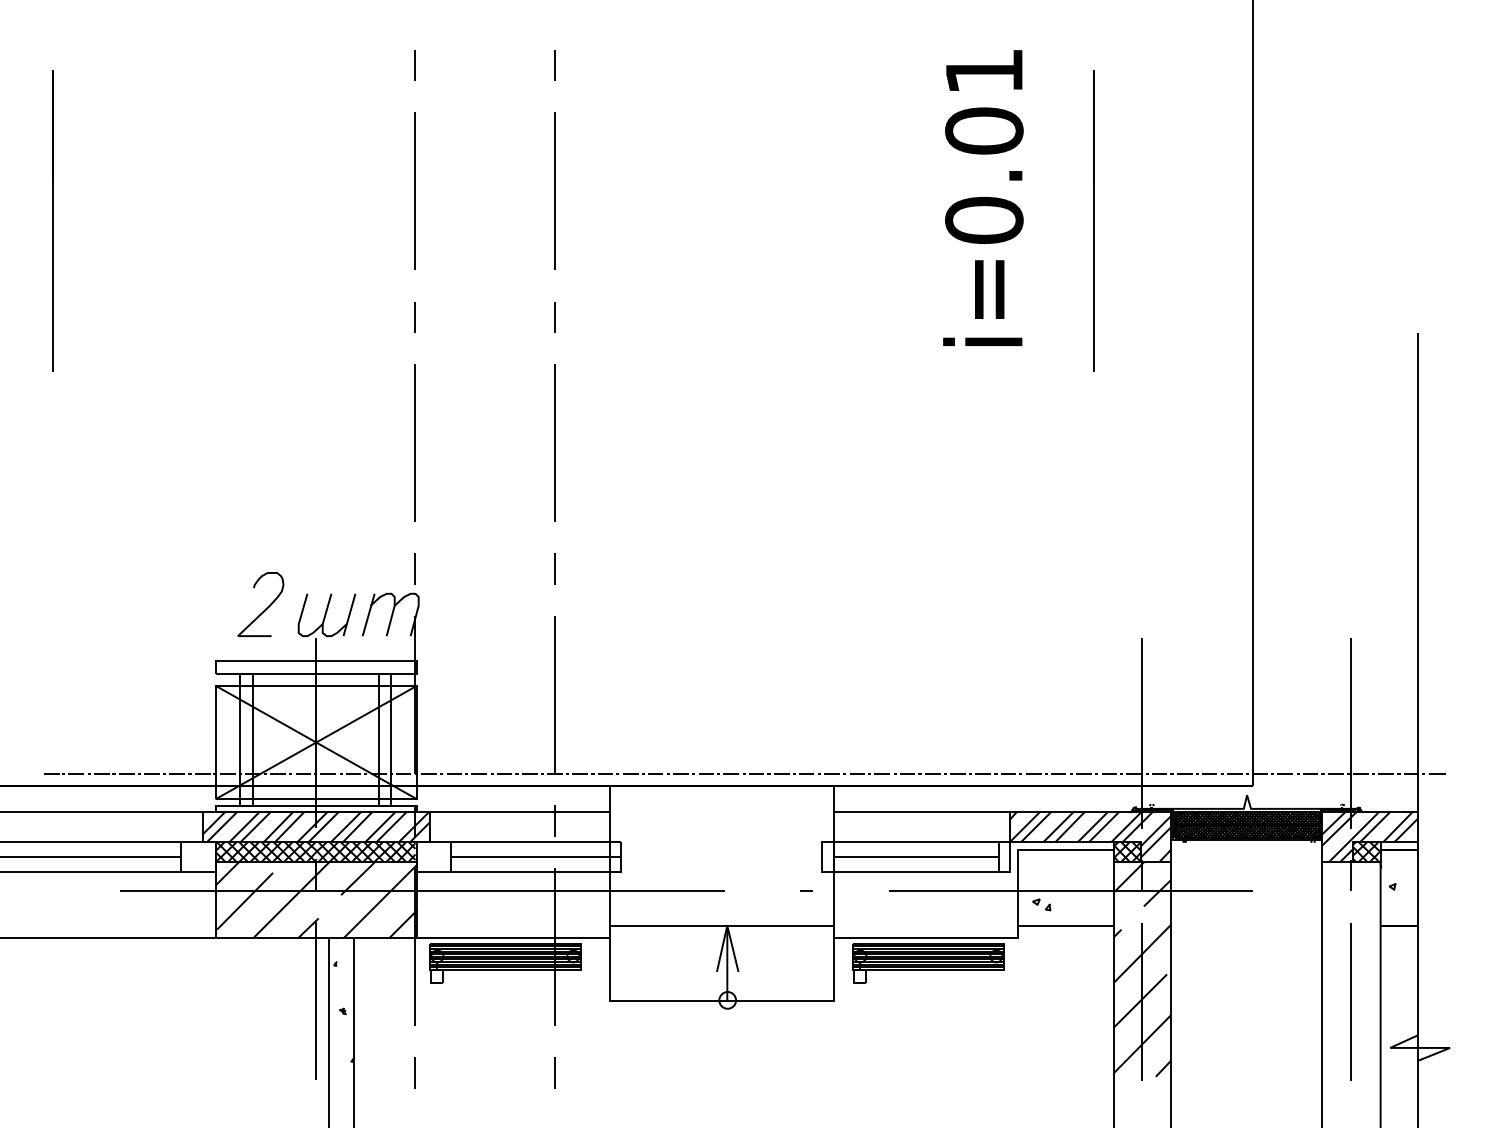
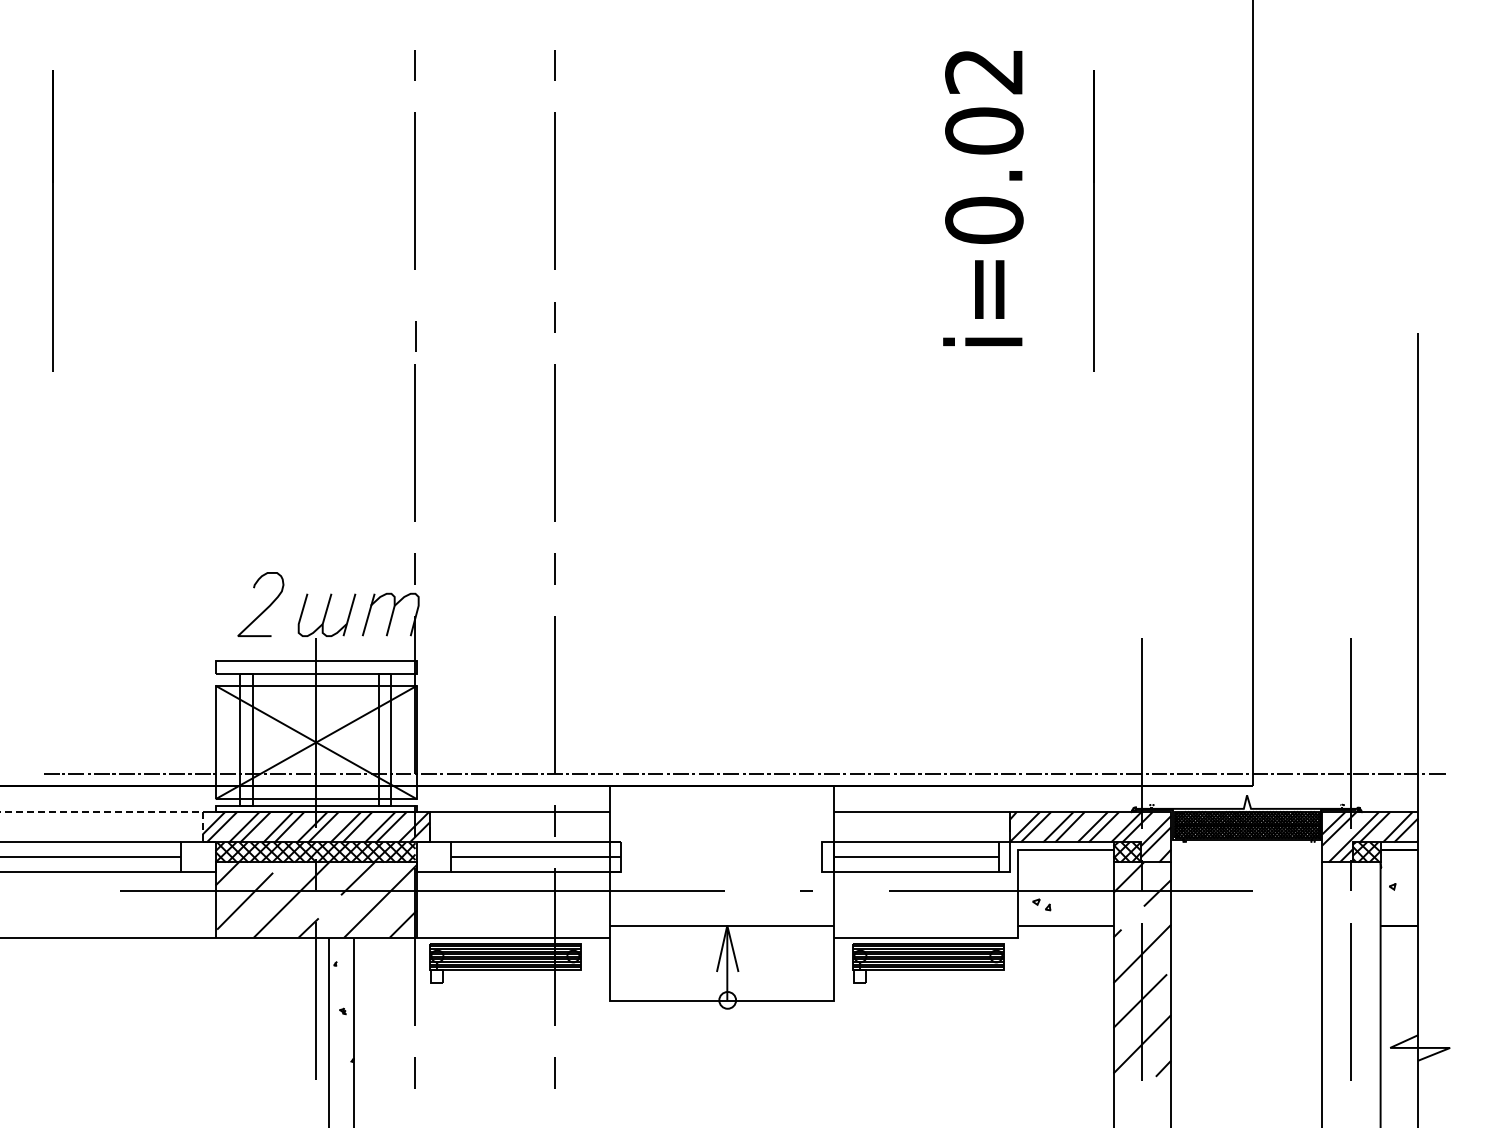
text at (983, 72): i=0.01 -> i=0.02
line at (414, 317) position: (414, 317) -> (415, 336)
line at (122, 812): solid -> dashed
